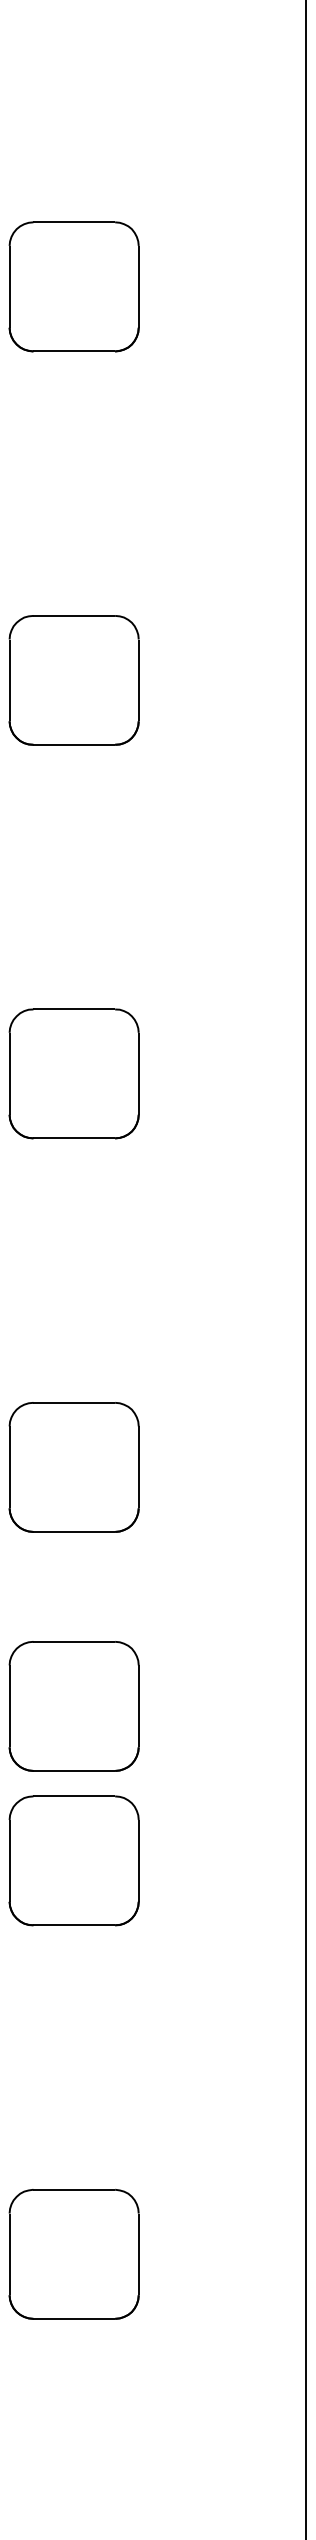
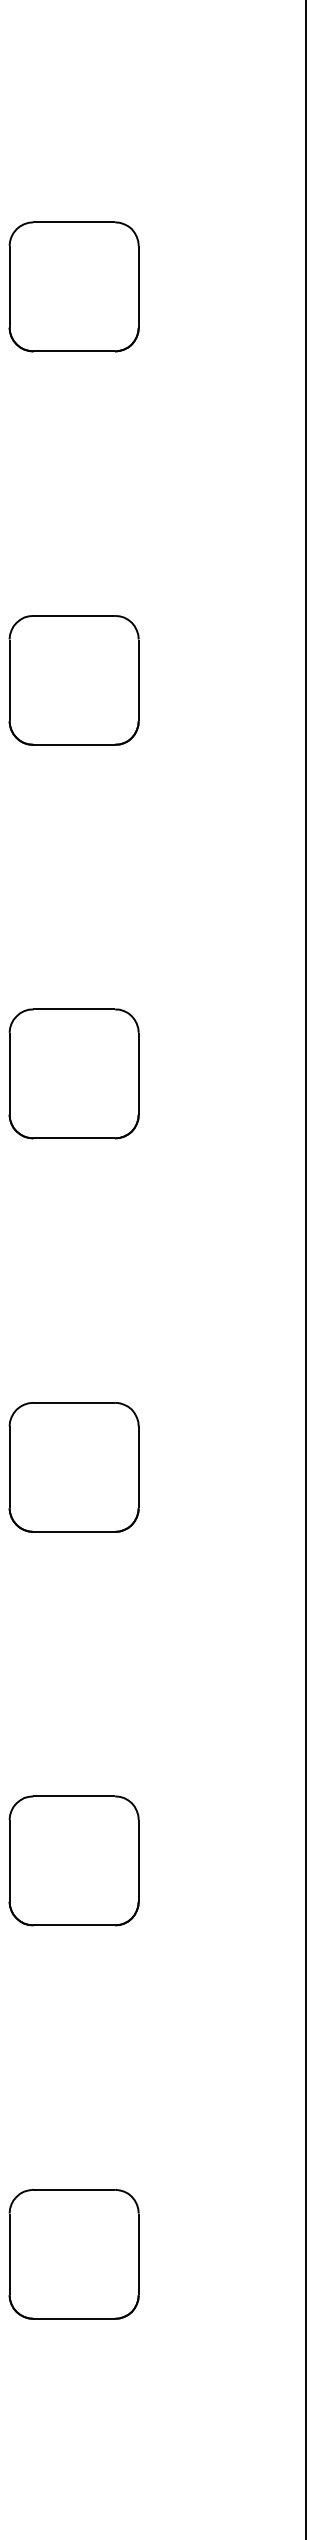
part at (73, 1706): present -> none
